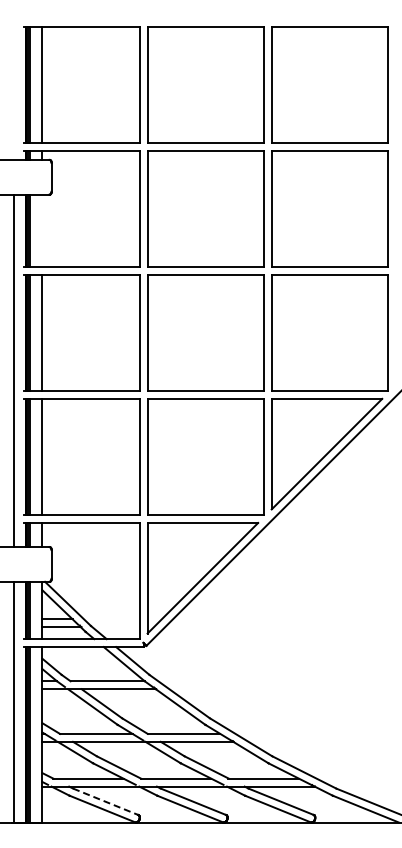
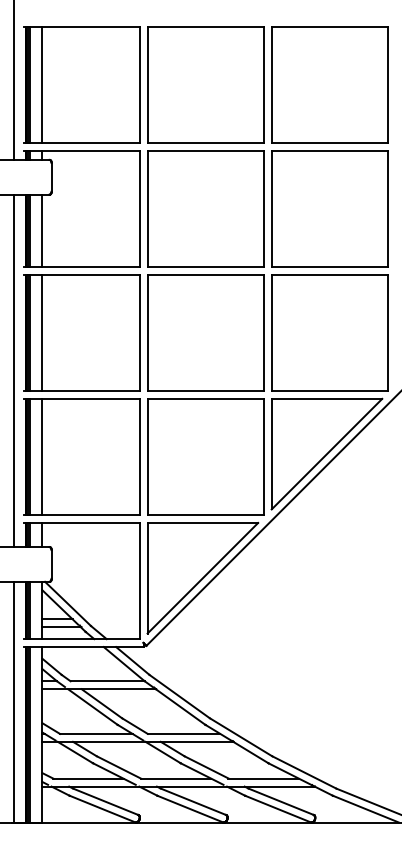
line at (14, 80): none -> present
line at (42, 230): none -> present
line at (106, 801): dashed -> solid
